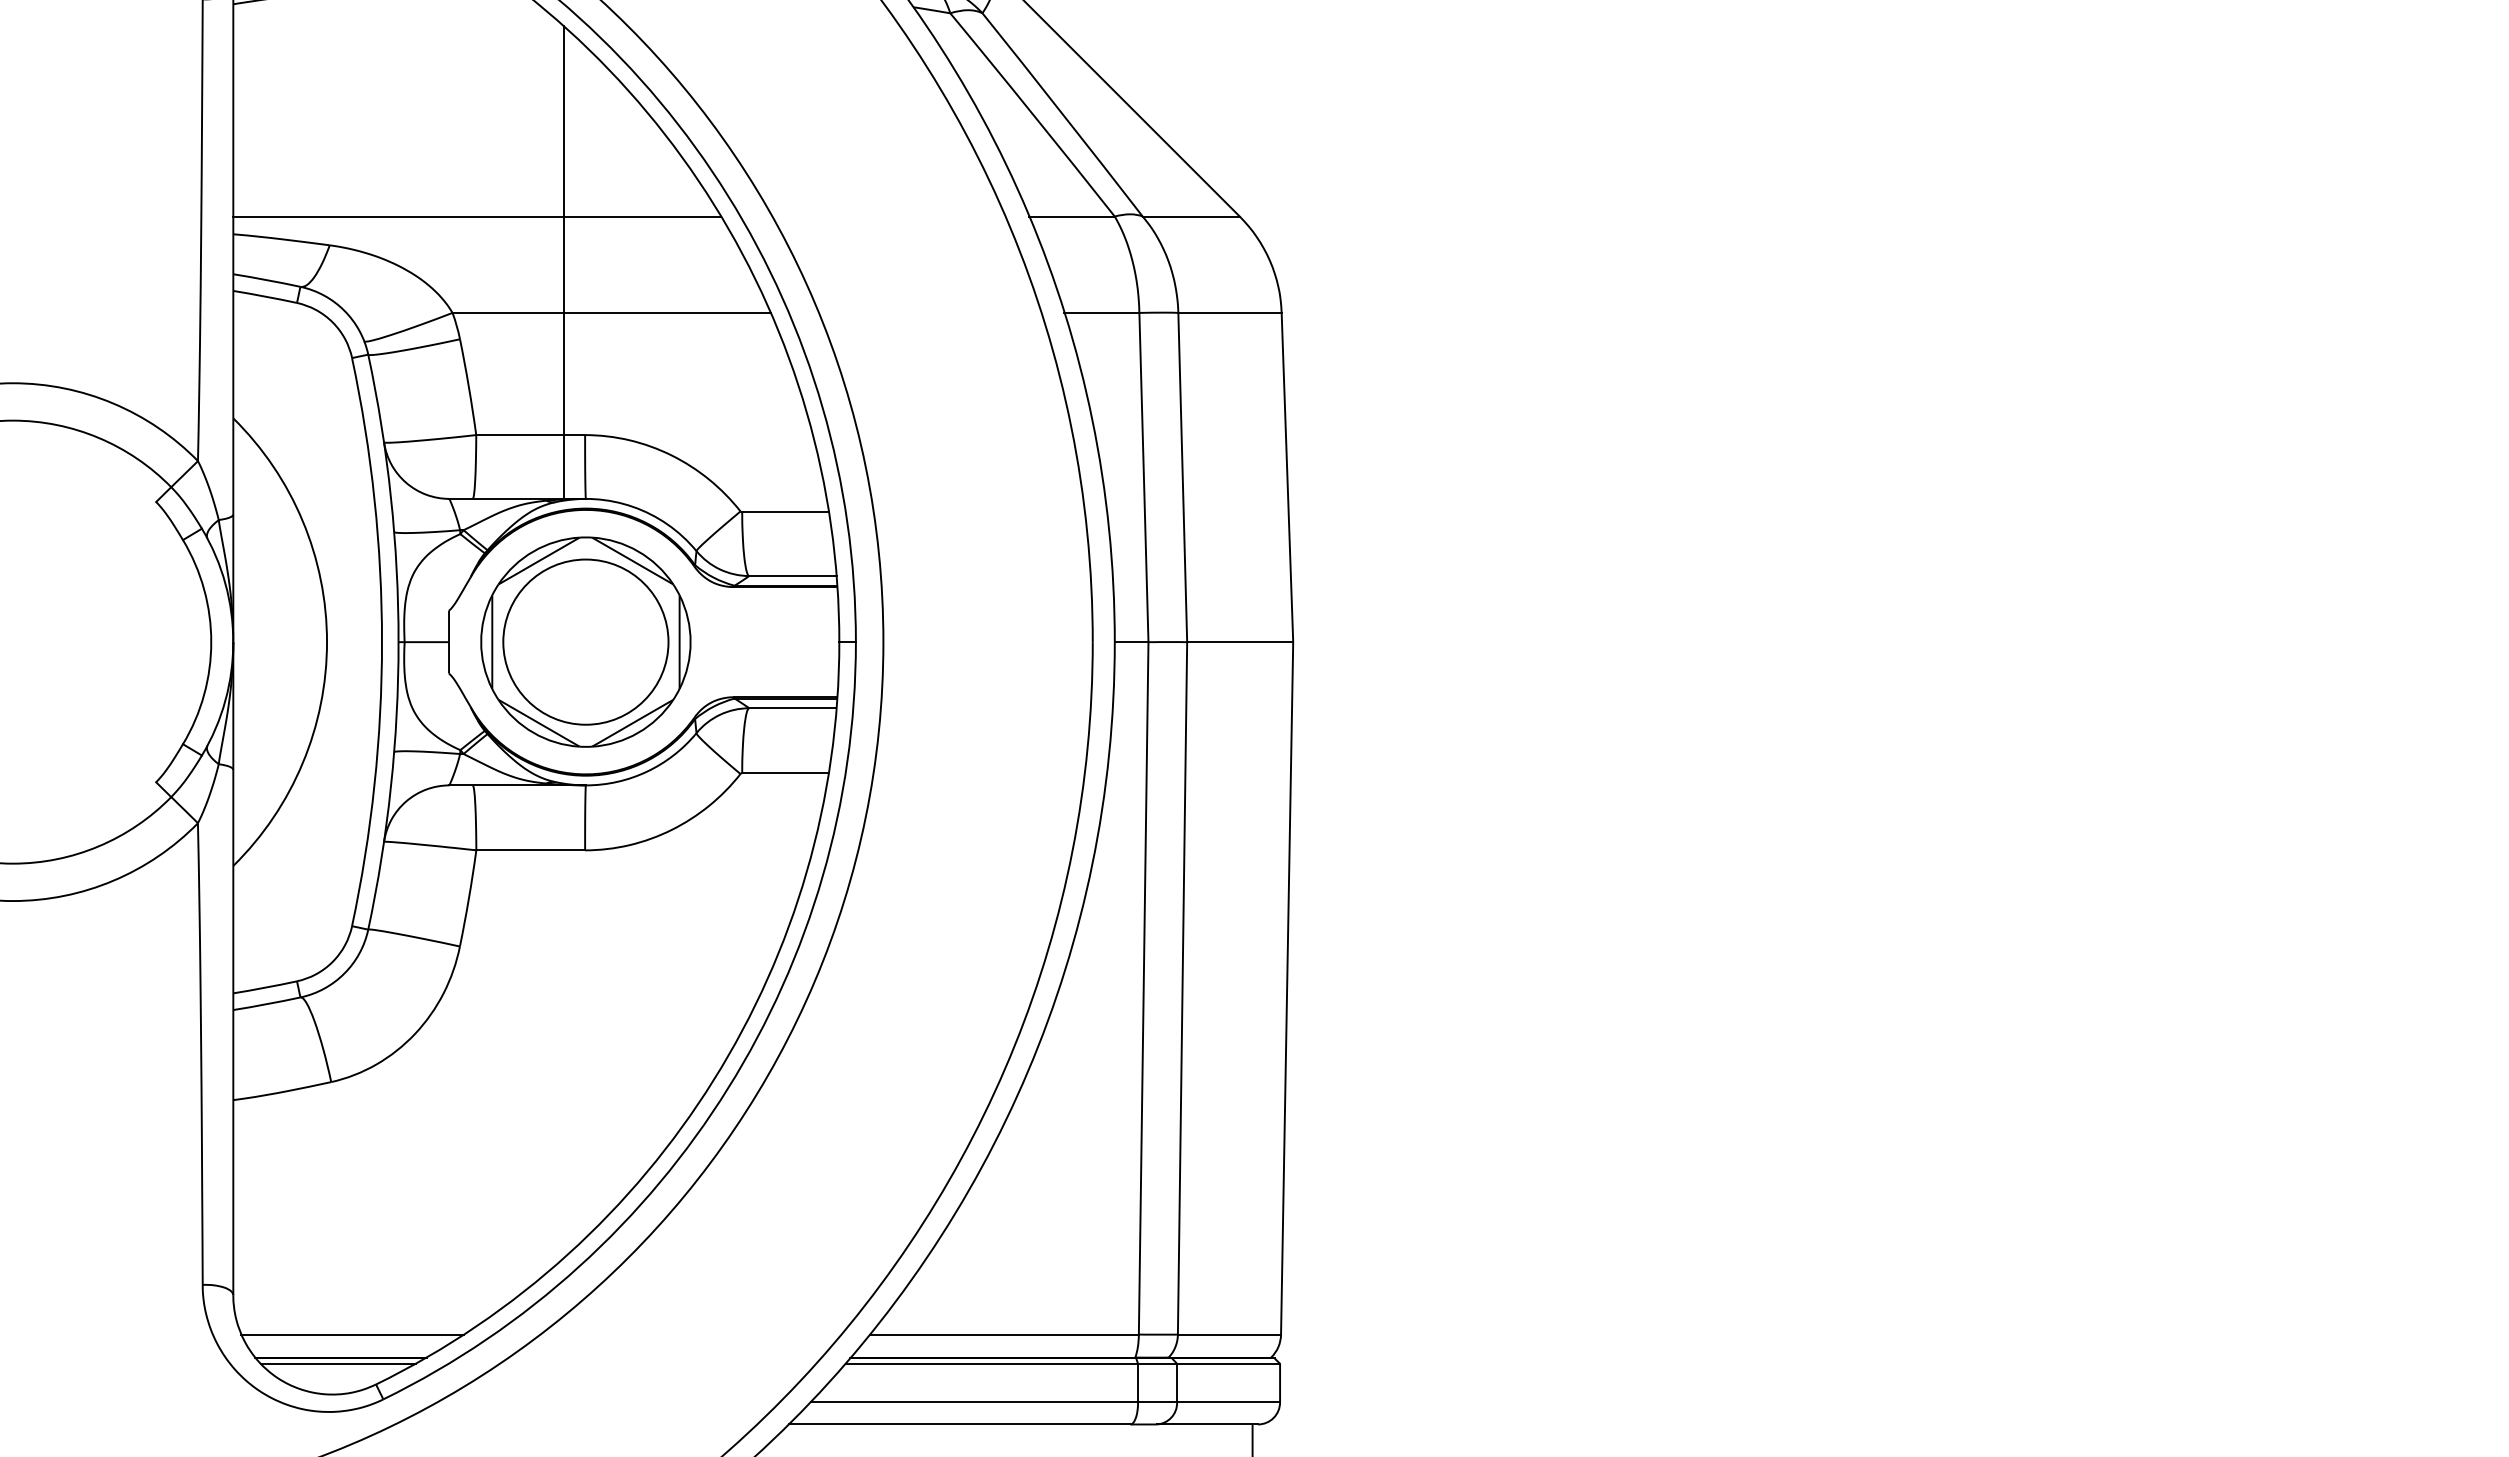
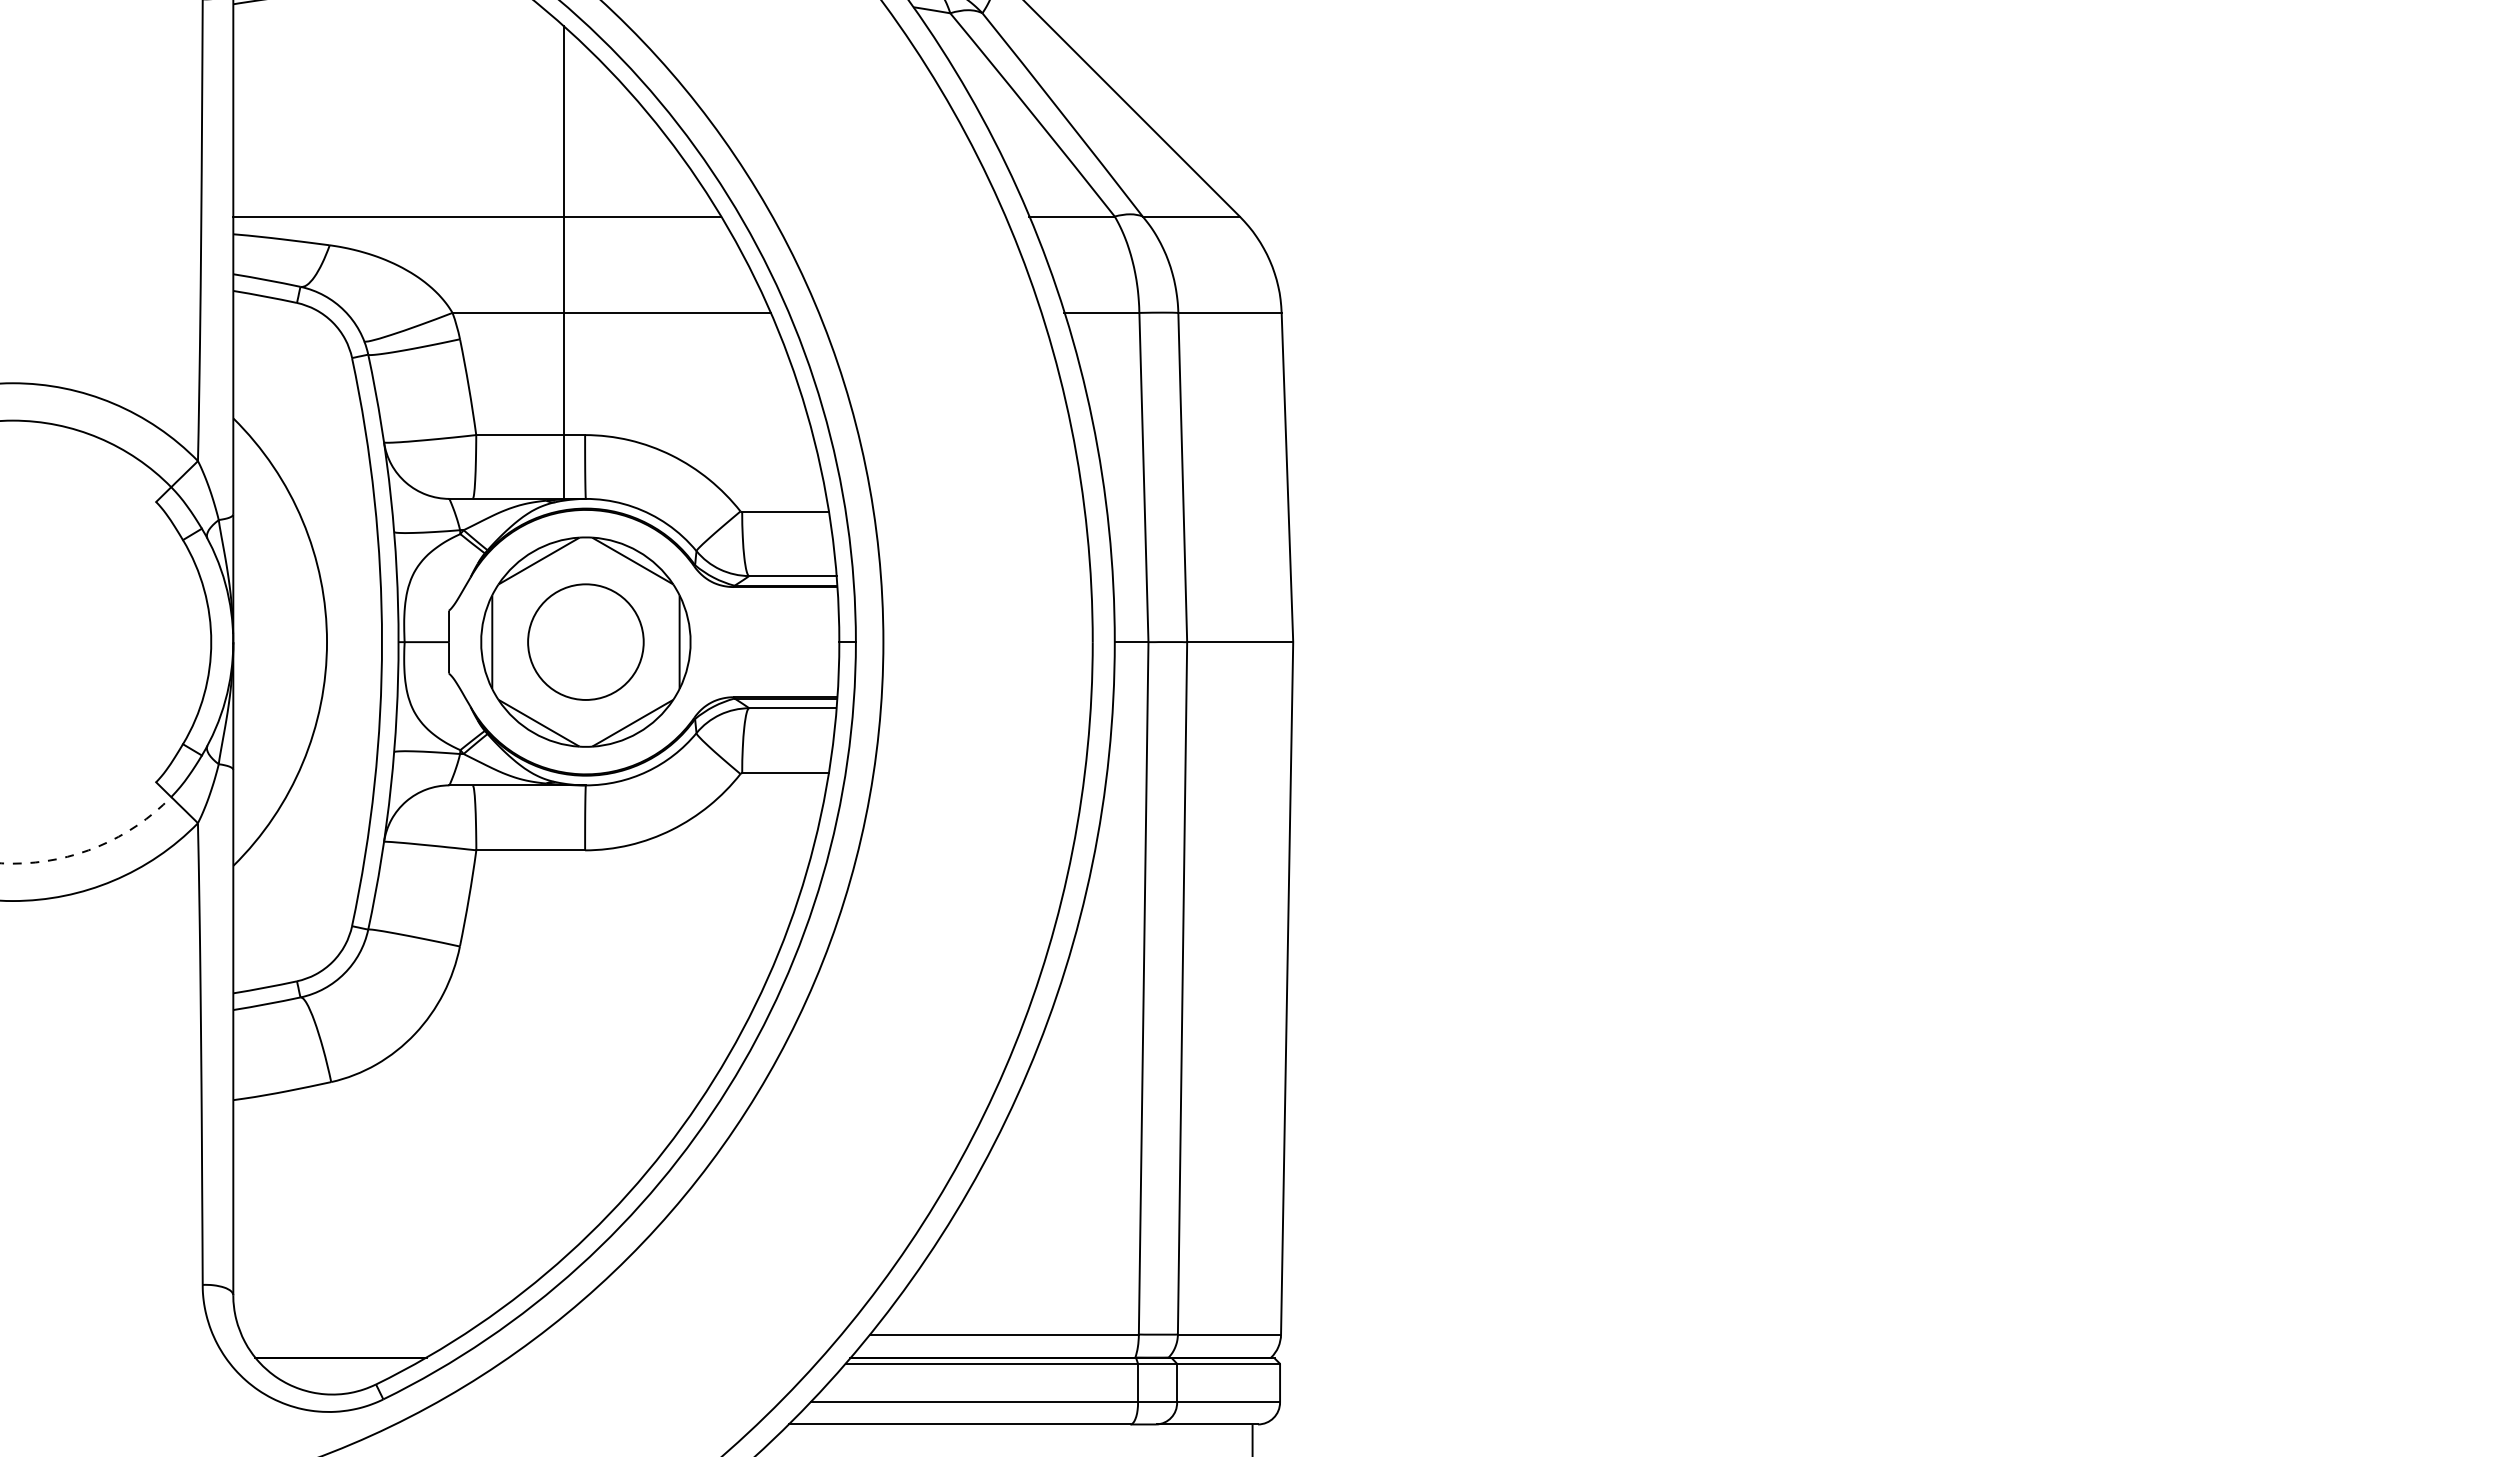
circle at (585, 641) diameter: 165 px -> 116 px
arc at (92, 848): solid -> dashed
line at (352, 1334): present -> none
line at (337, 1363): present -> none
